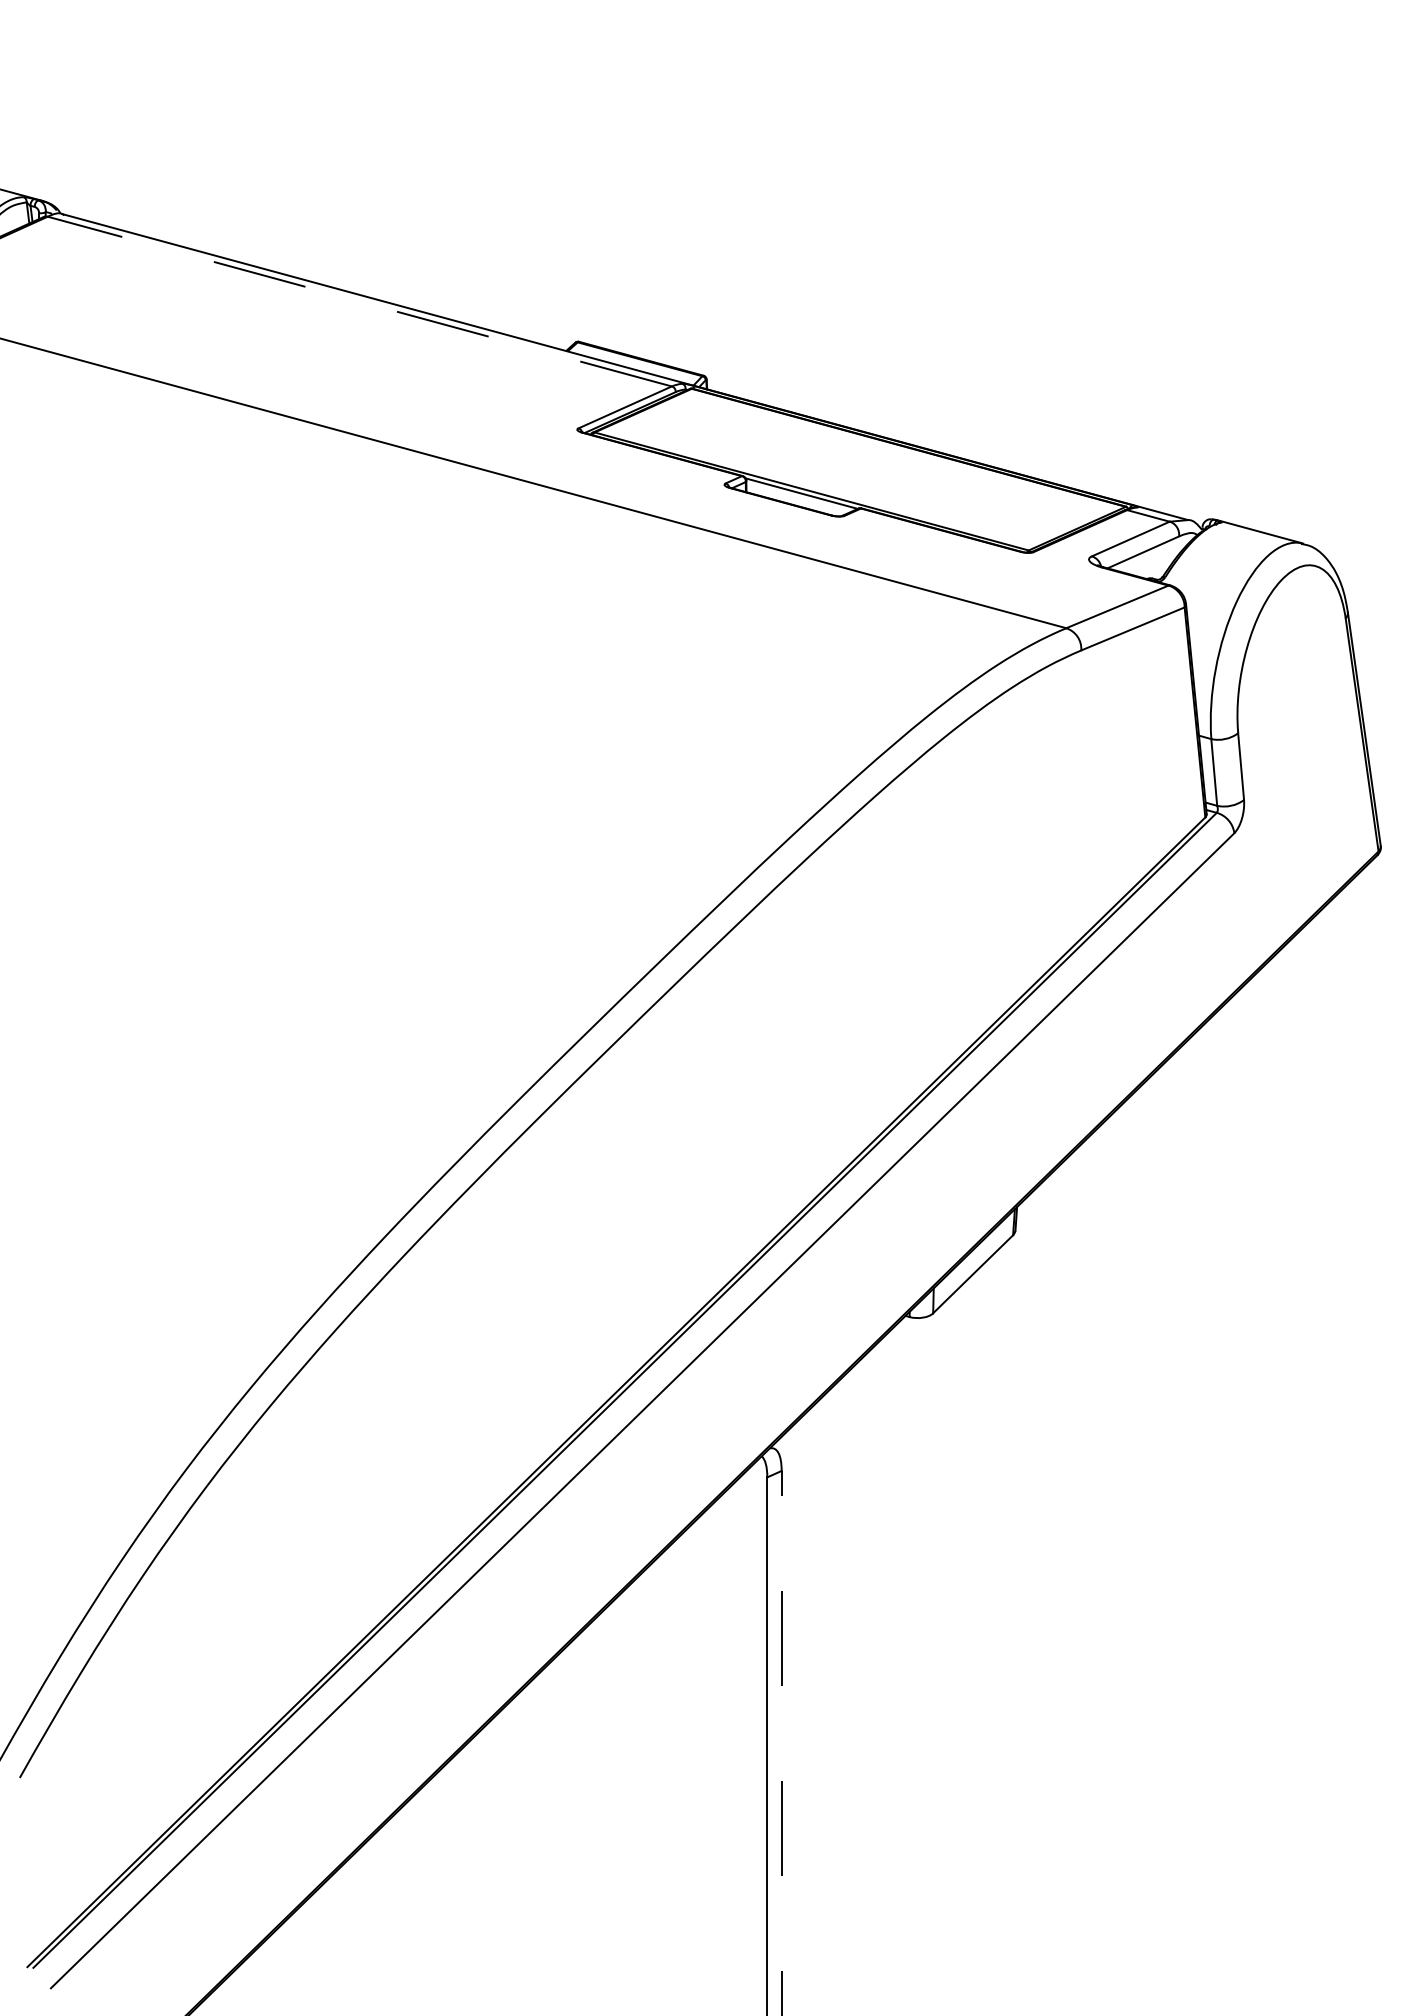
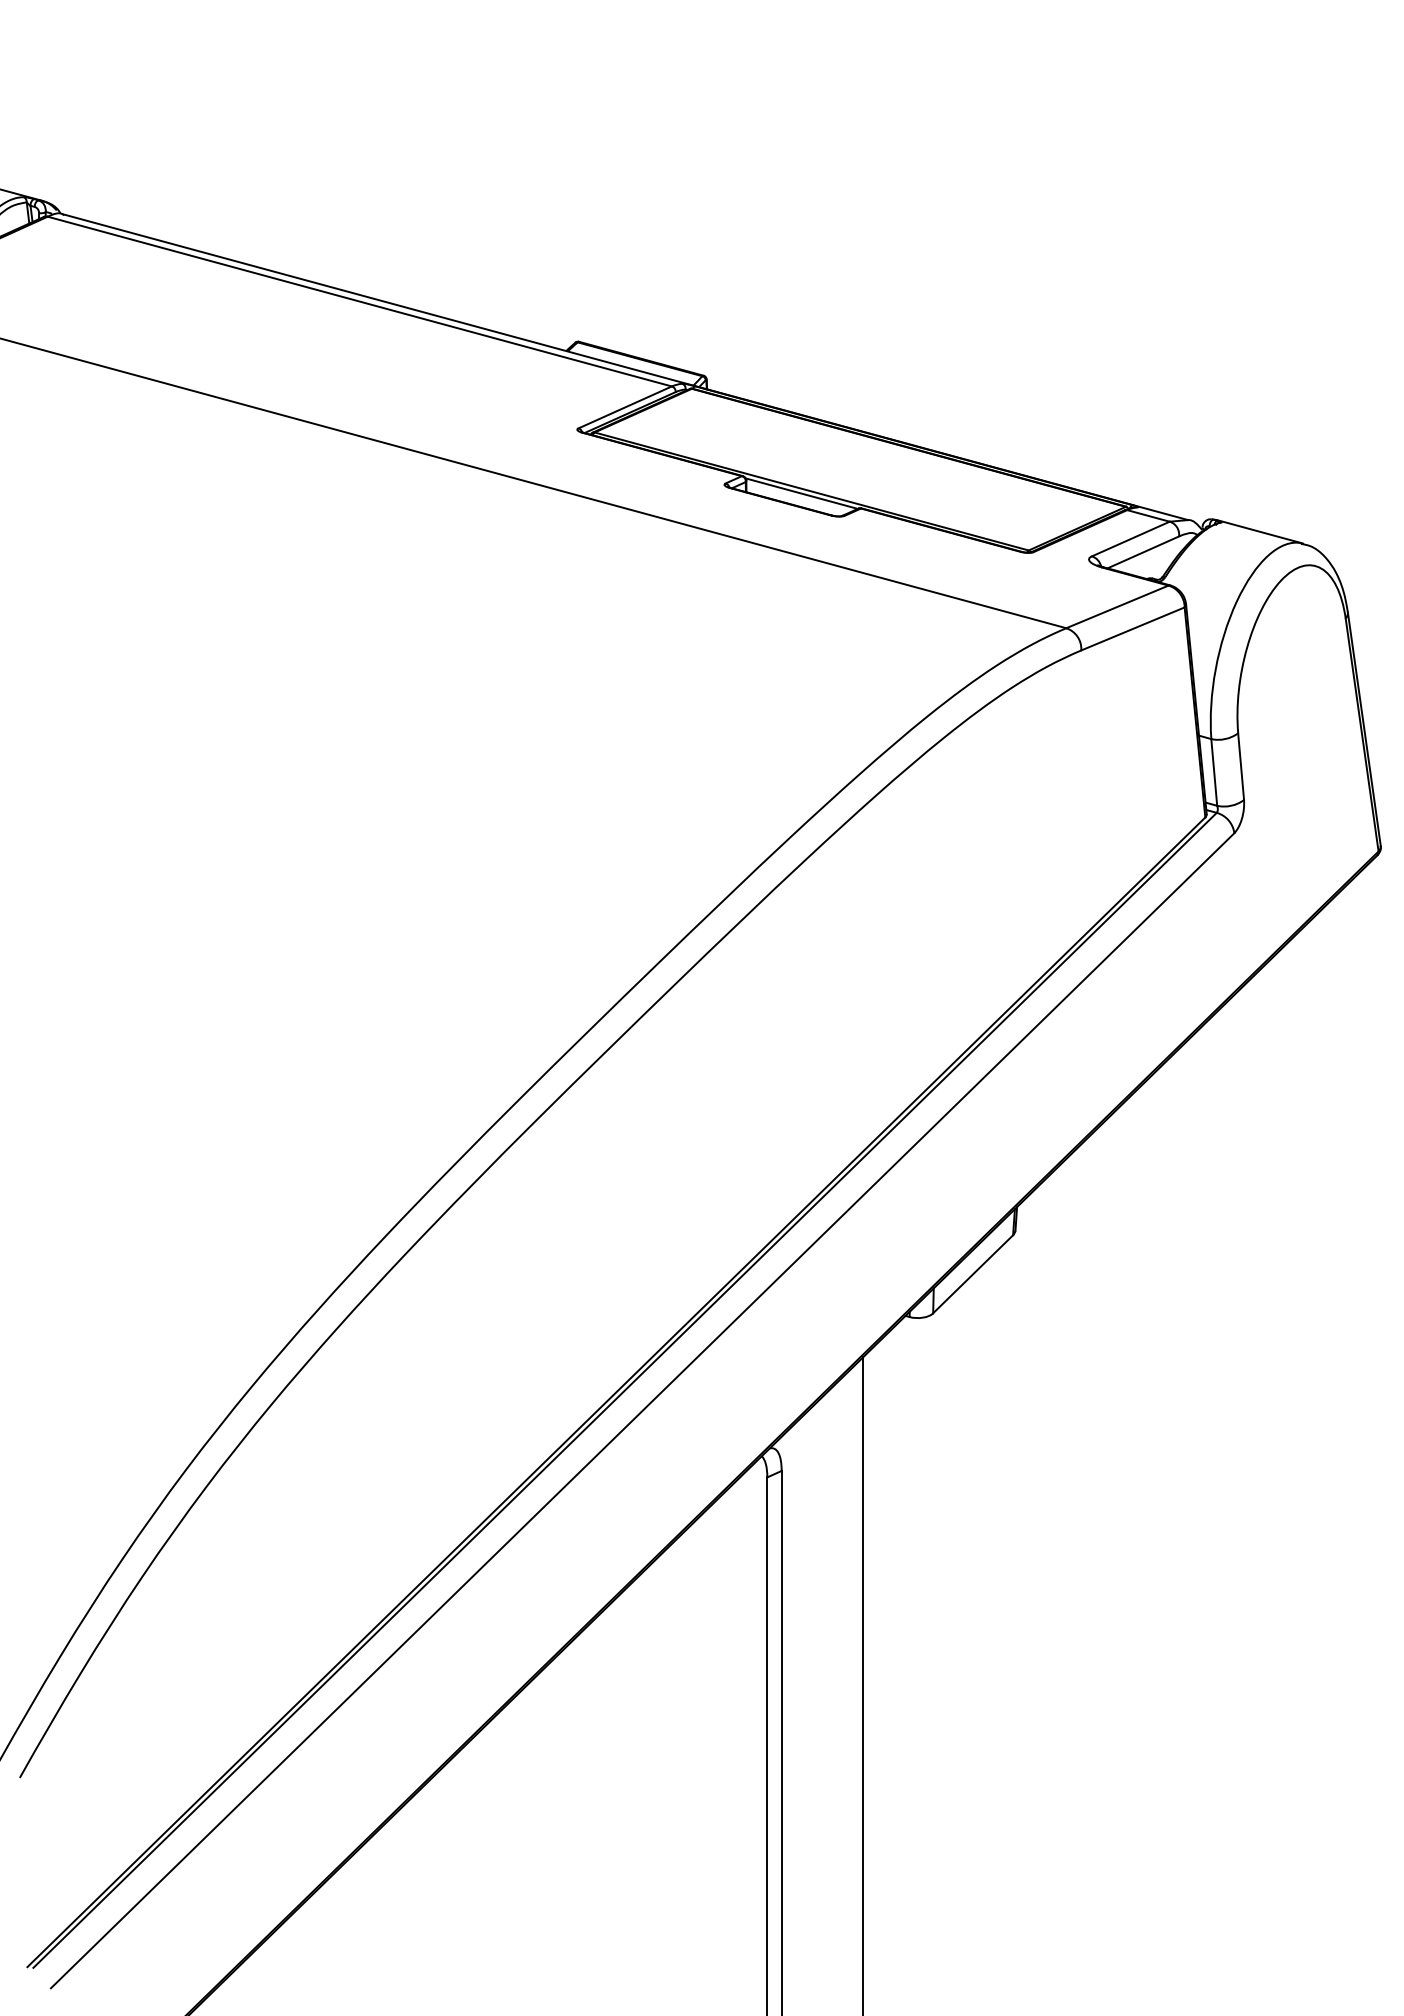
line at (359, 301): dashed -> solid
line at (863, 1684): none -> present
line at (781, 1742): dashed -> solid
